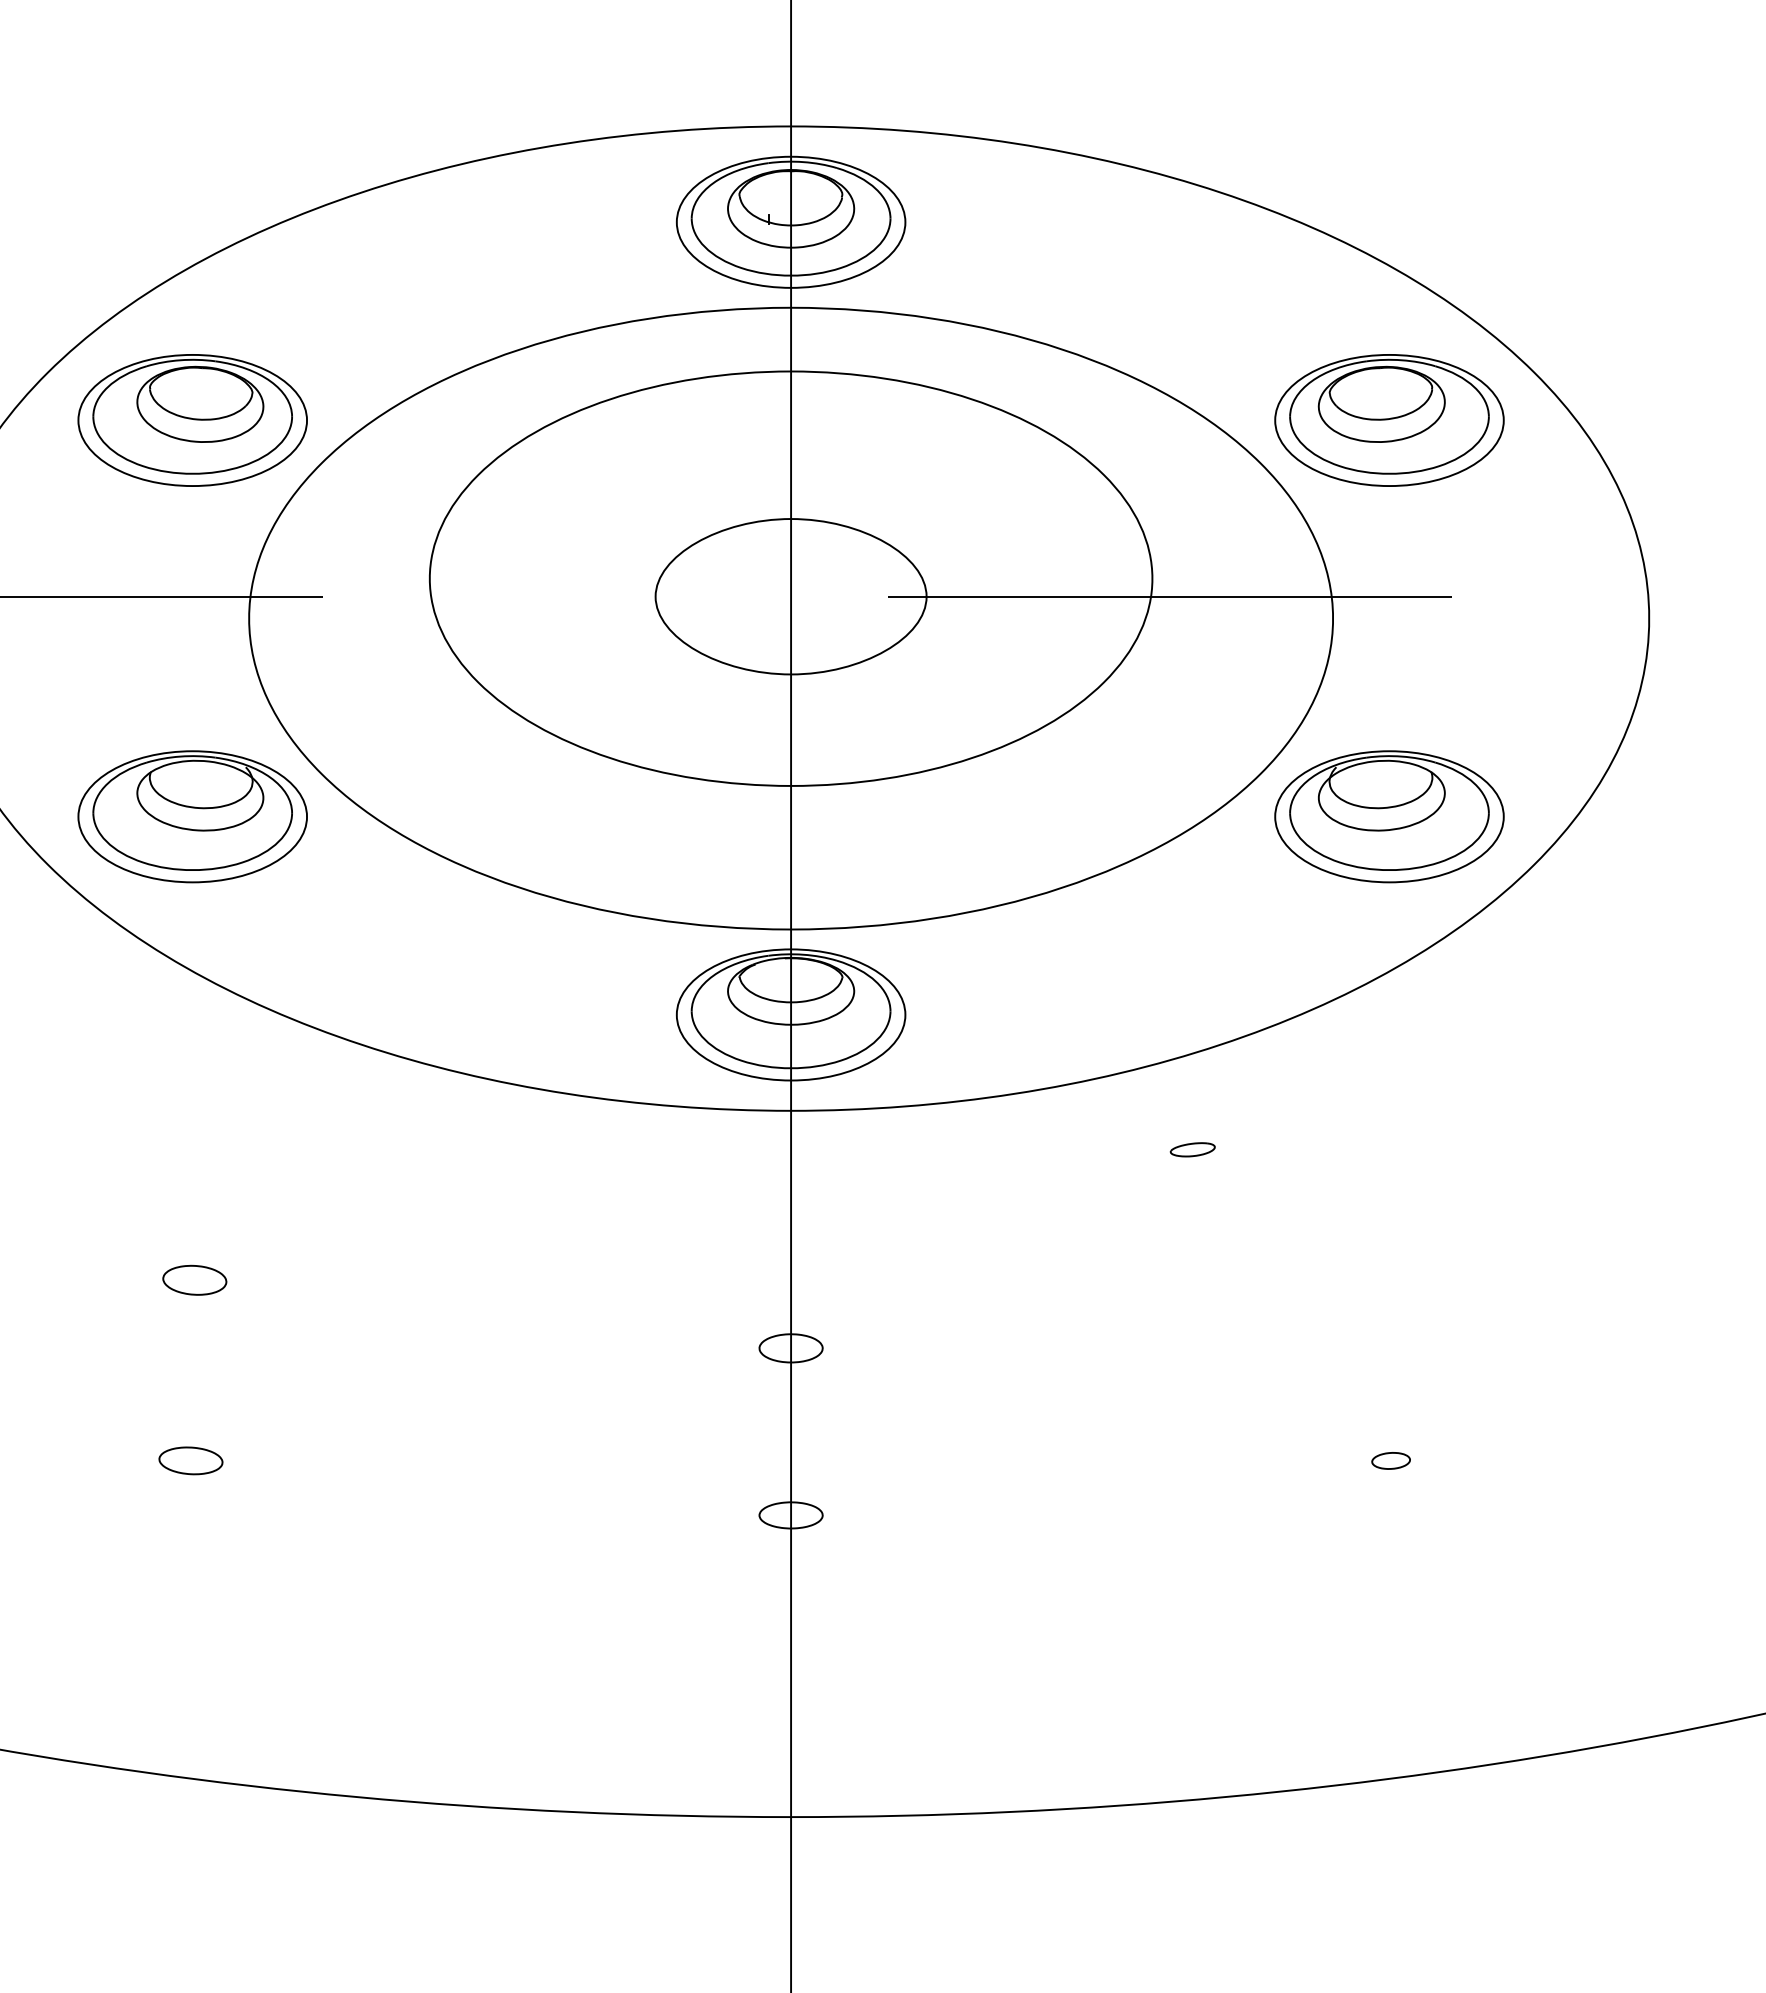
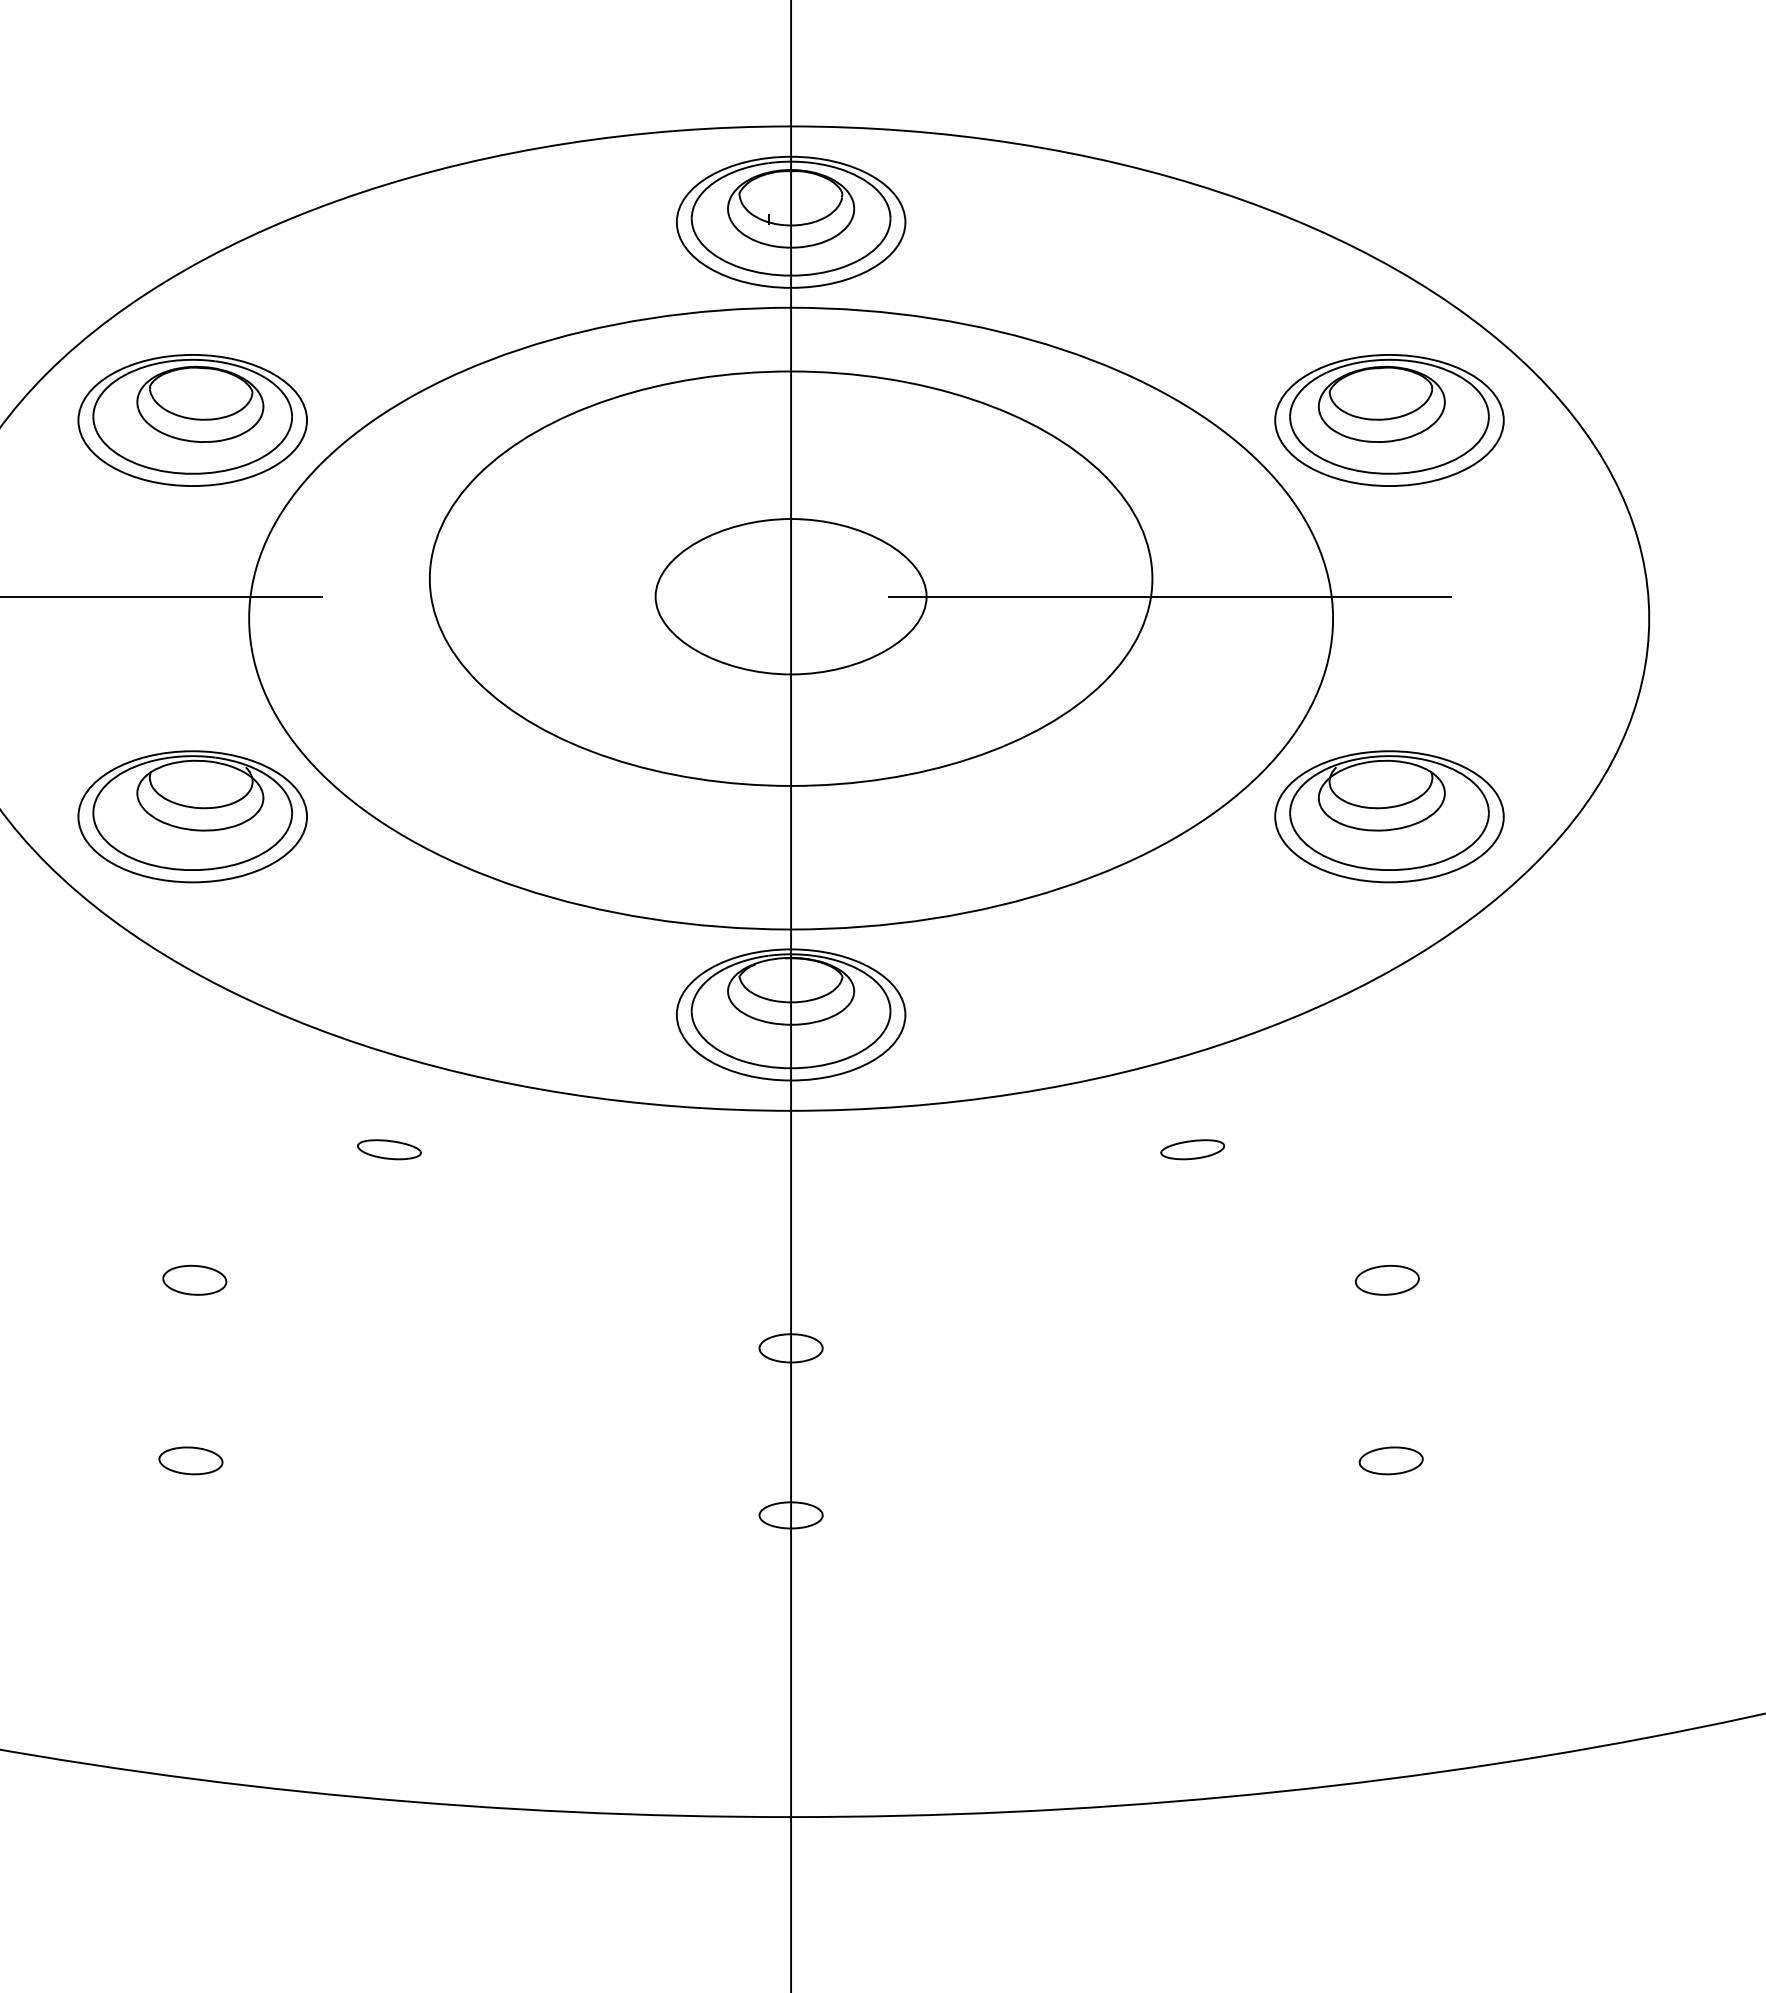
part at (389, 1149): none -> present
part at (1192, 1149) size: 47x16 px -> 66x22 px
part at (1387, 1279): none -> present
part at (1390, 1460) size: 40x18 px -> 66x30 px
